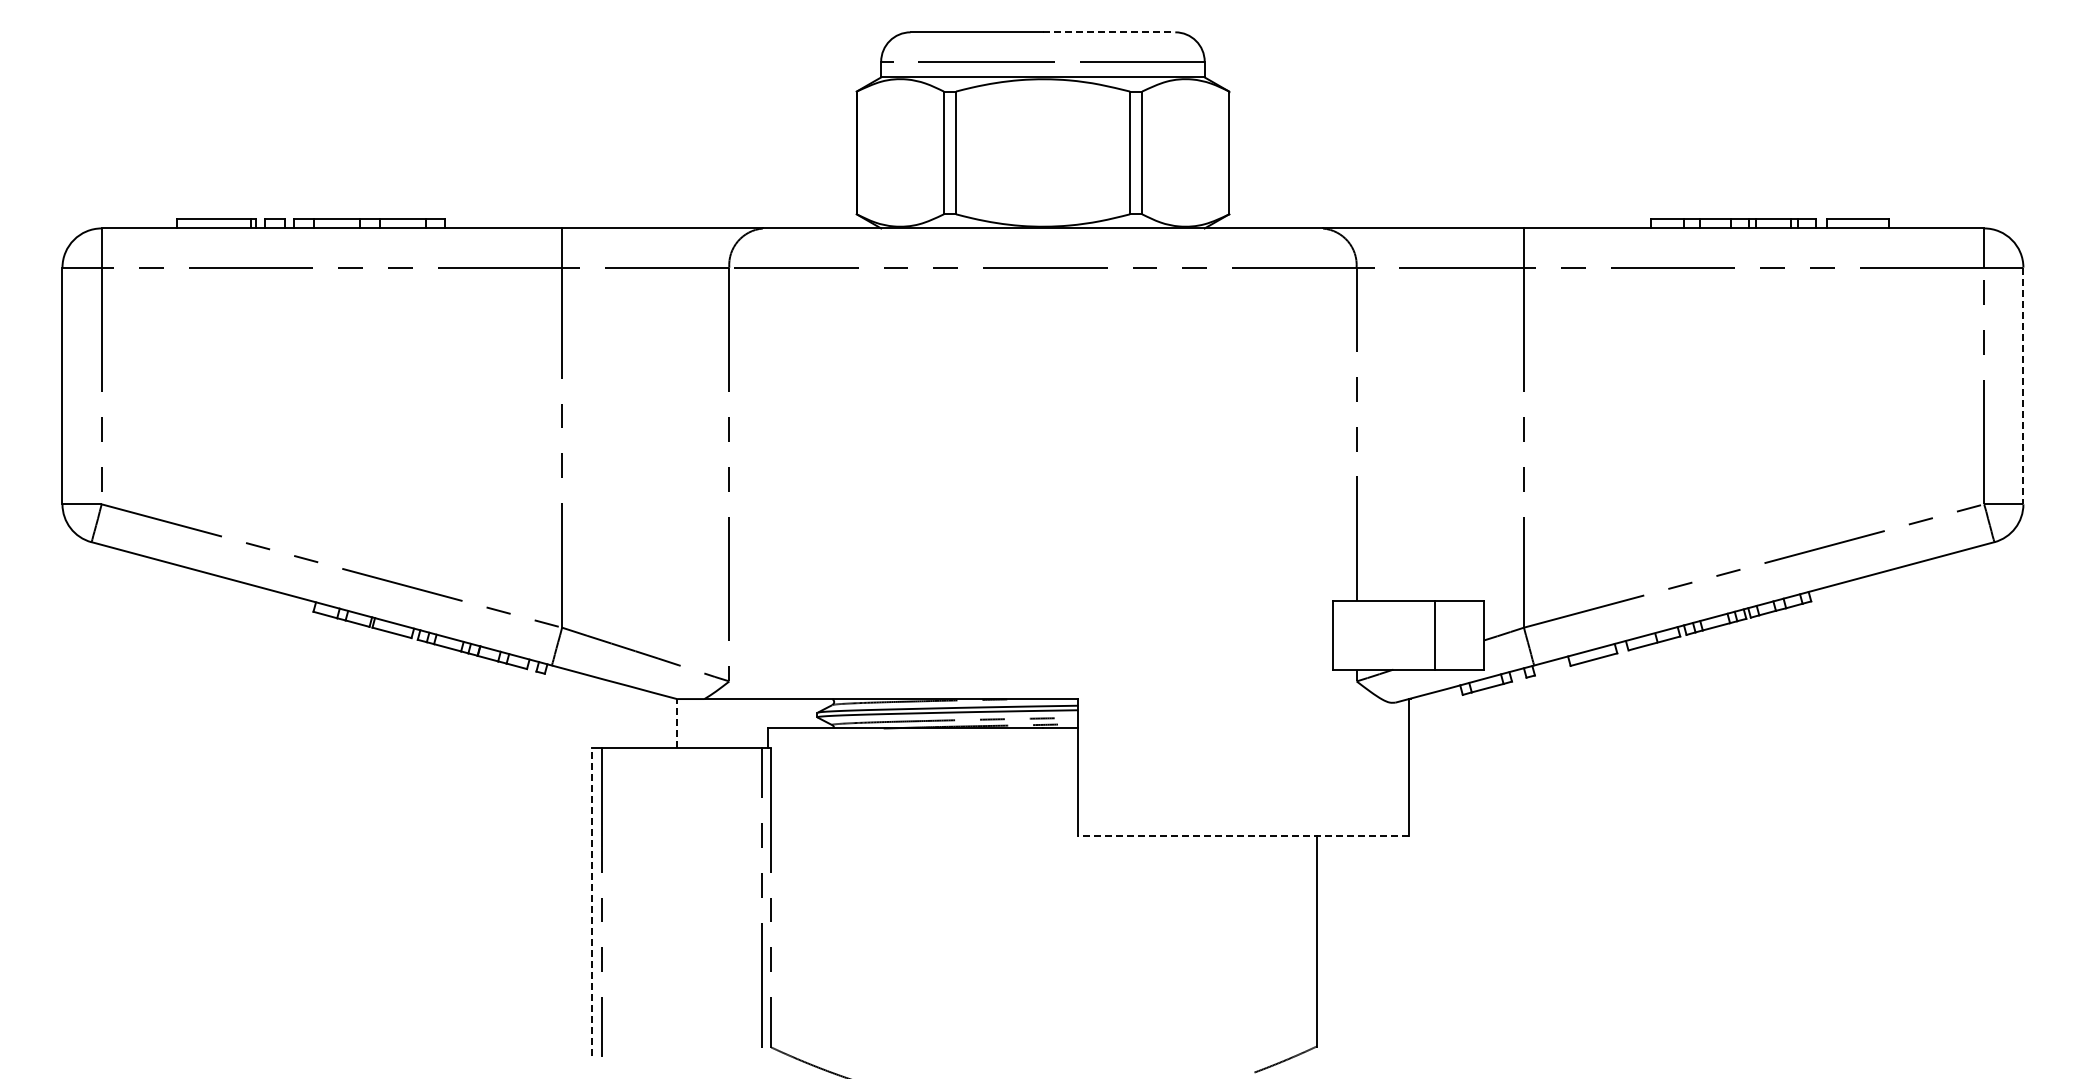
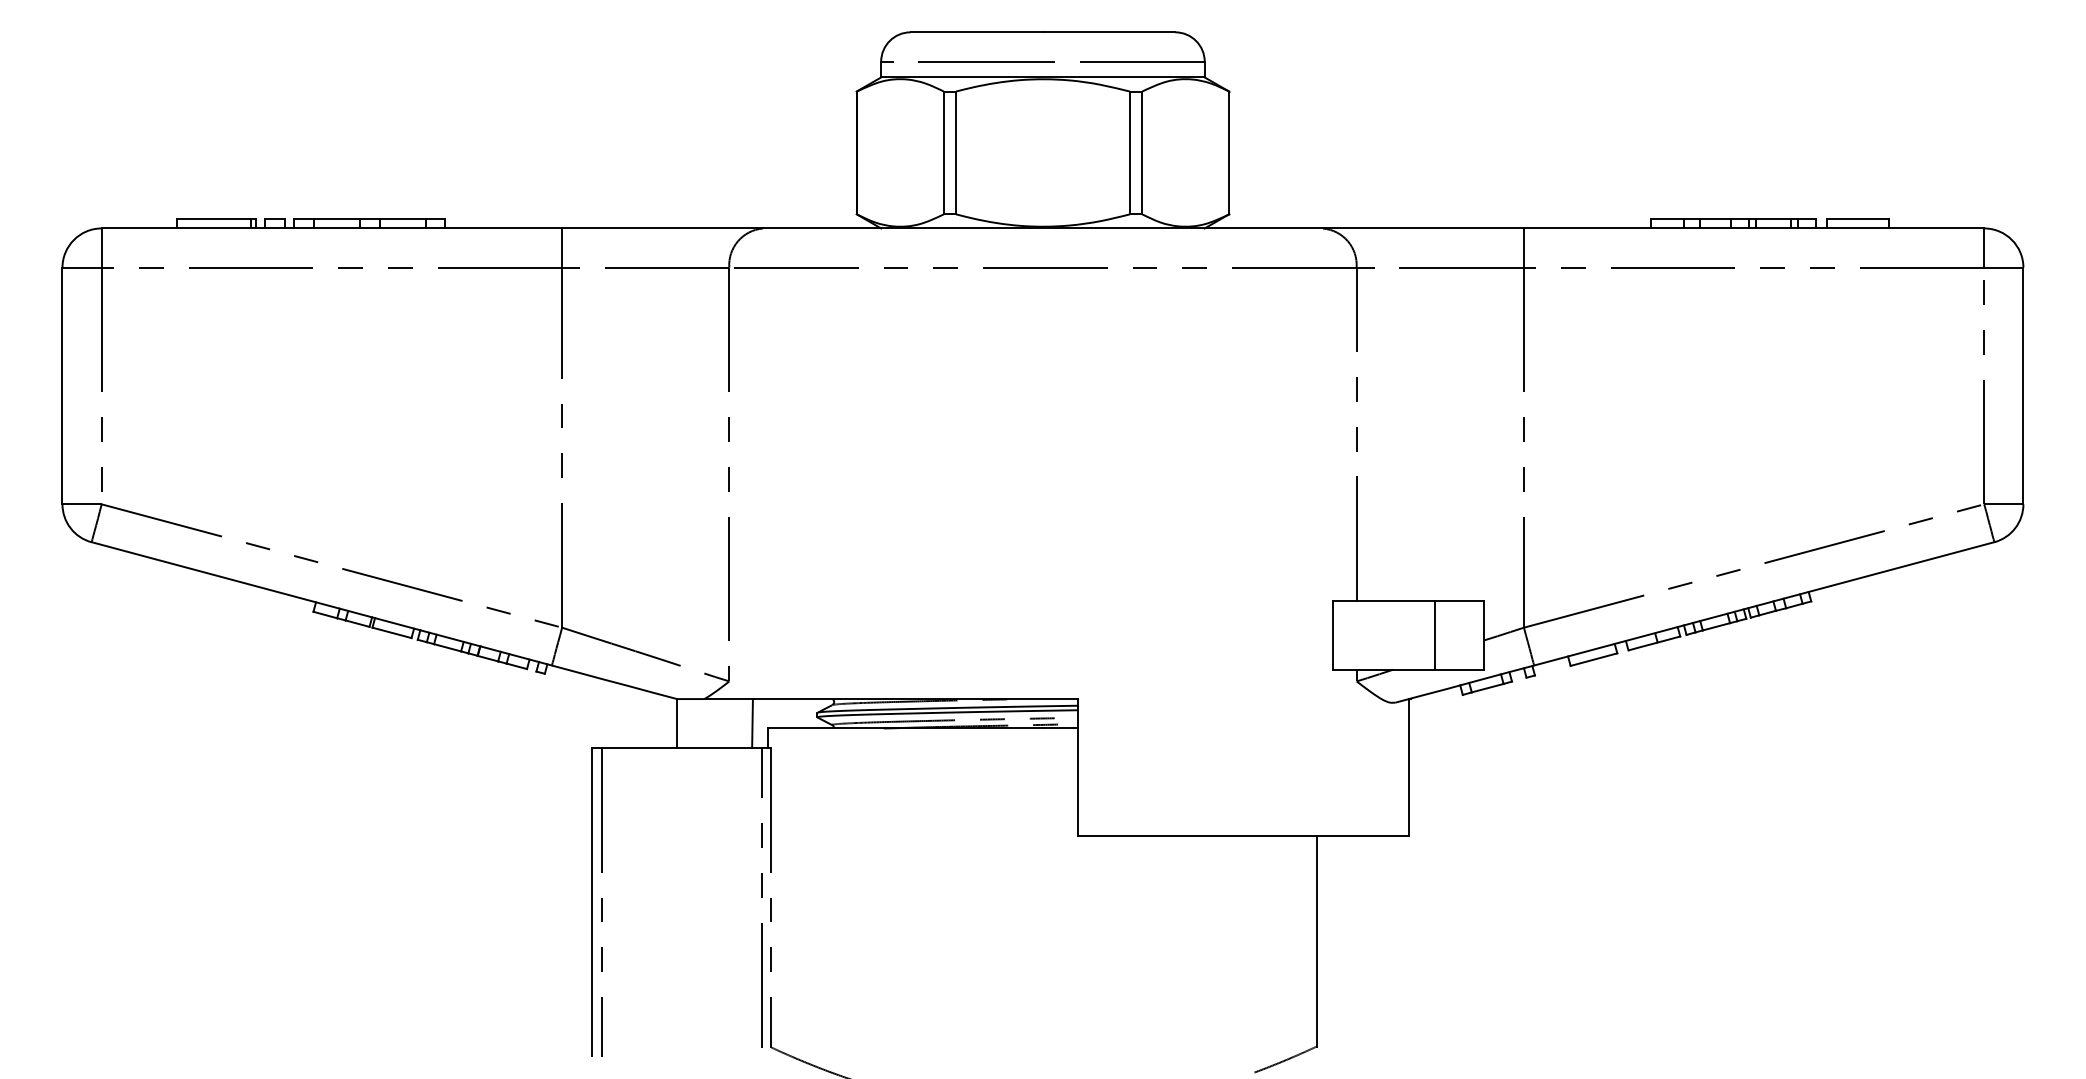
line at (1109, 32): dashed -> solid
line at (2023, 386): dashed -> solid
line at (677, 723): dashed -> solid
line at (752, 723): none -> present
line at (1242, 836): dashed -> solid
line at (591, 901): dashed -> solid
